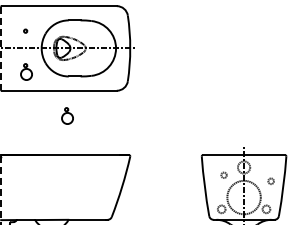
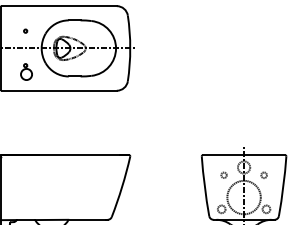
line at (0, 48): dashed -> solid
part at (67, 115): present -> none
circle at (270, 180) position: (270, 180) -> (263, 174)
line at (0, 190): dashed -> solid
